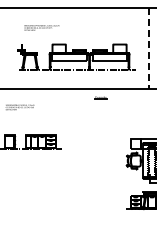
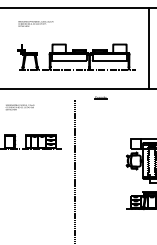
text at (41, 27) position: (41, 27) -> (35, 23)
line at (148, 48): dashed -> solid
line at (74, 170): none -> present
